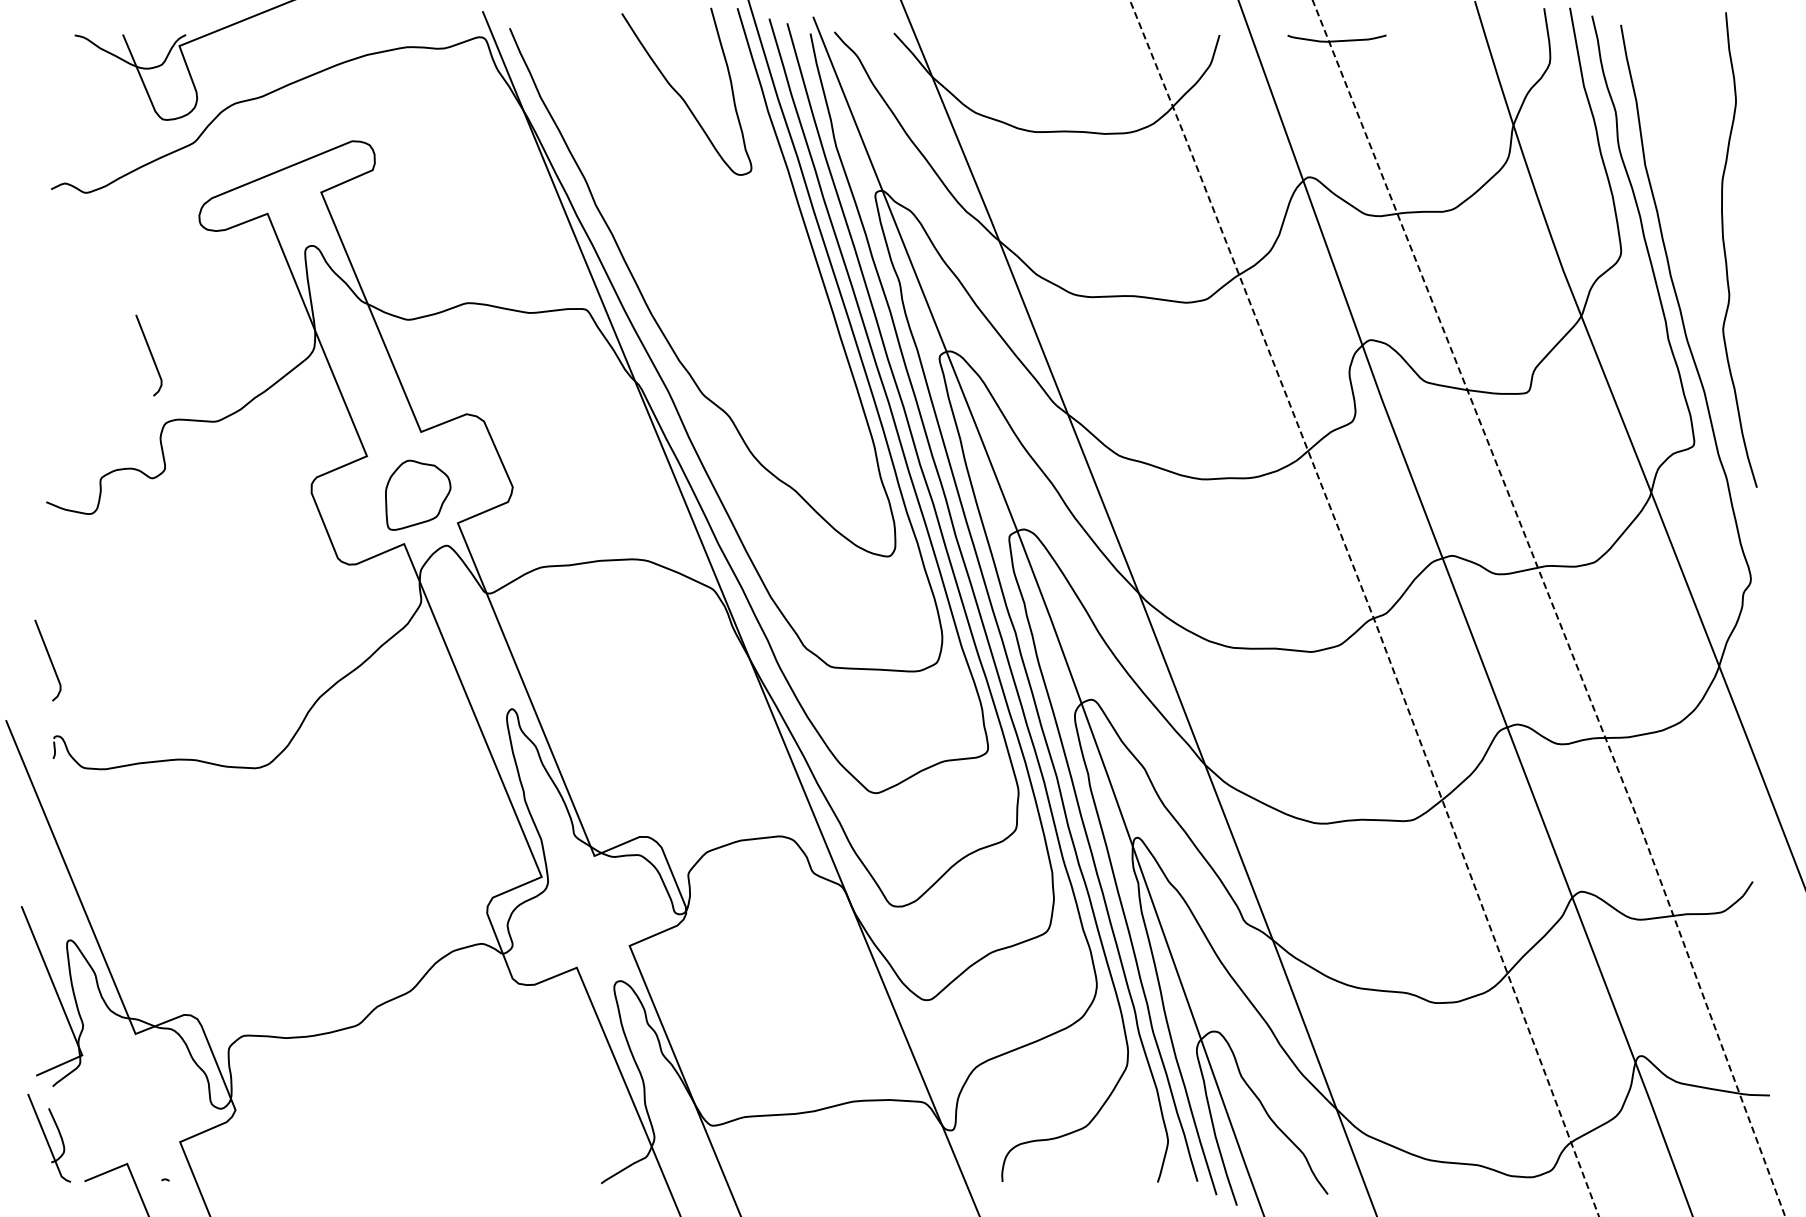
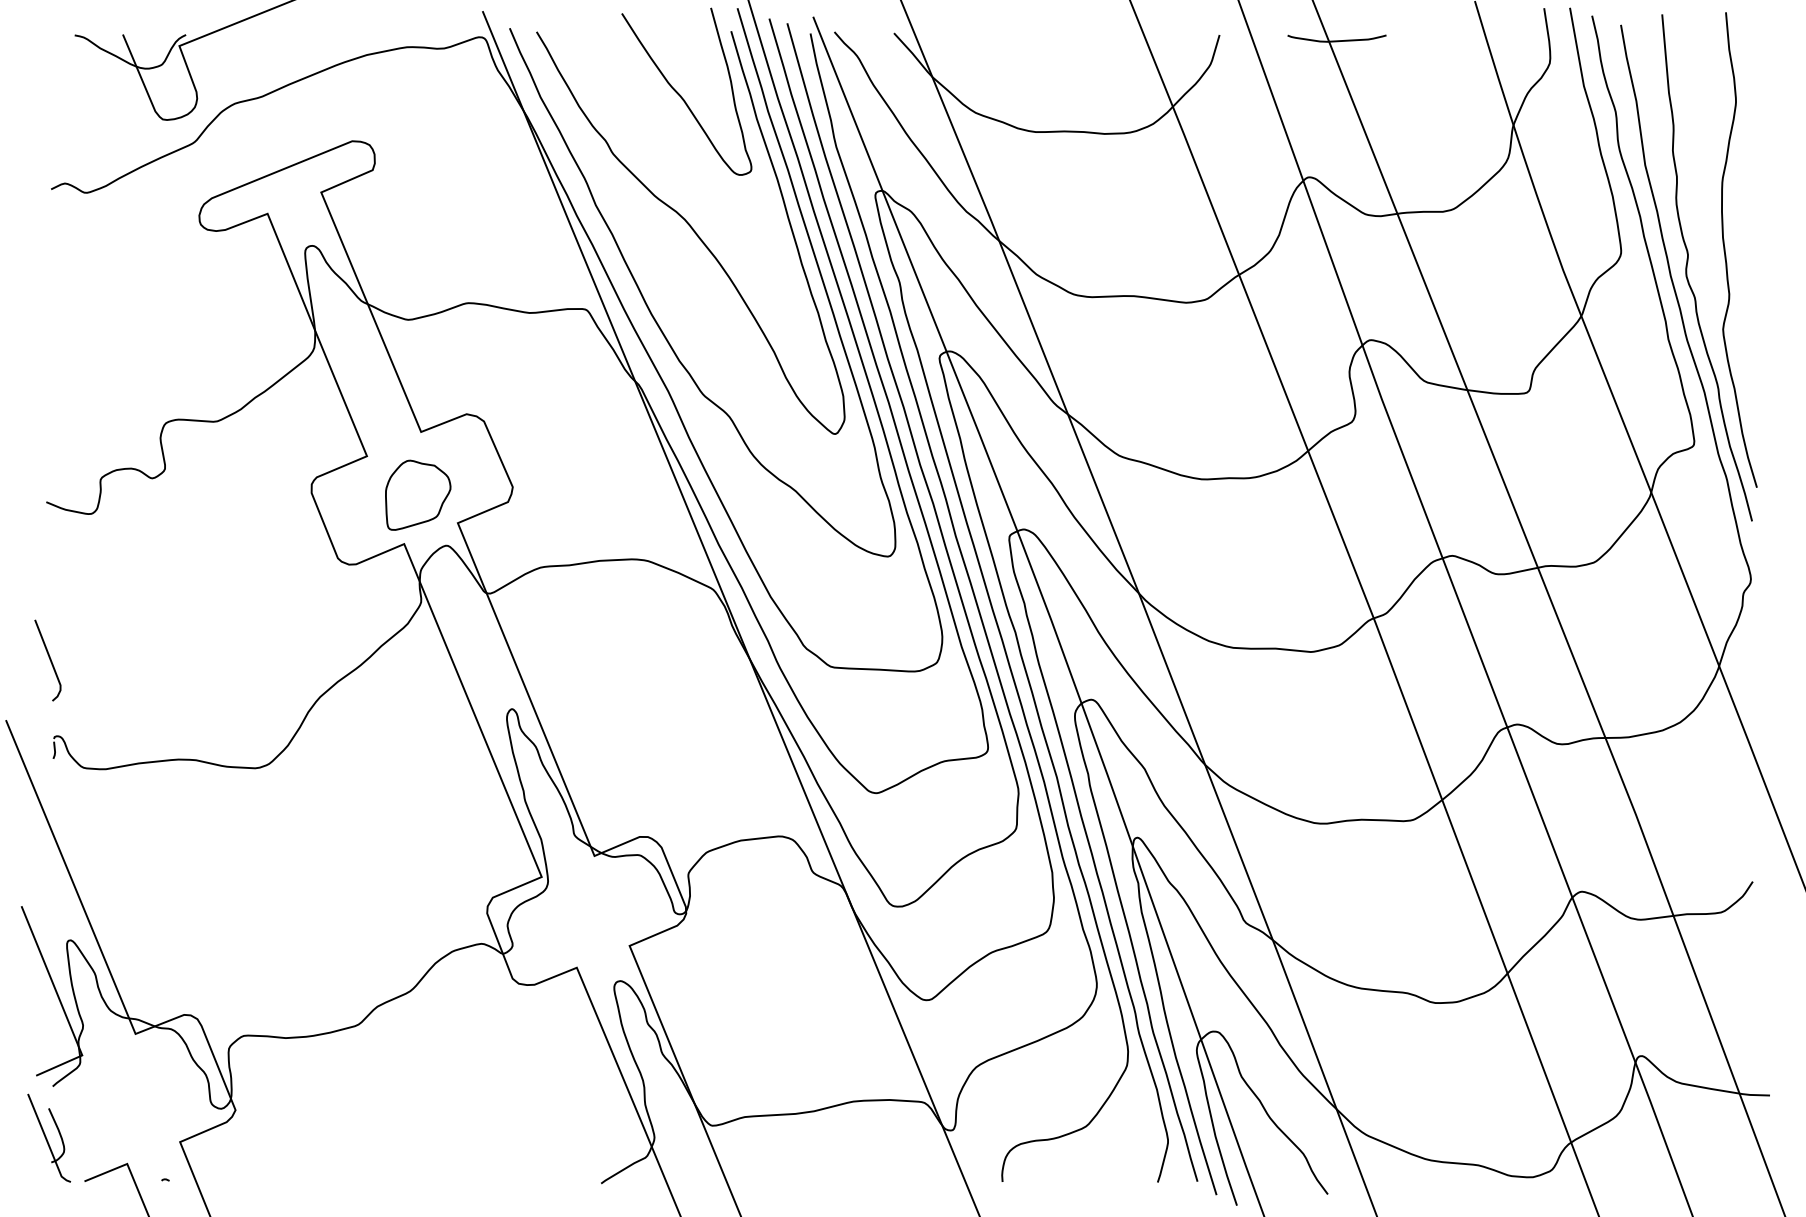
curve at (692, 230): none -> present
curve at (1688, 262): none -> present
line at (150, 355): present -> none
line at (1369, 606): dashed -> solid
line at (1553, 606): dashed -> solid
